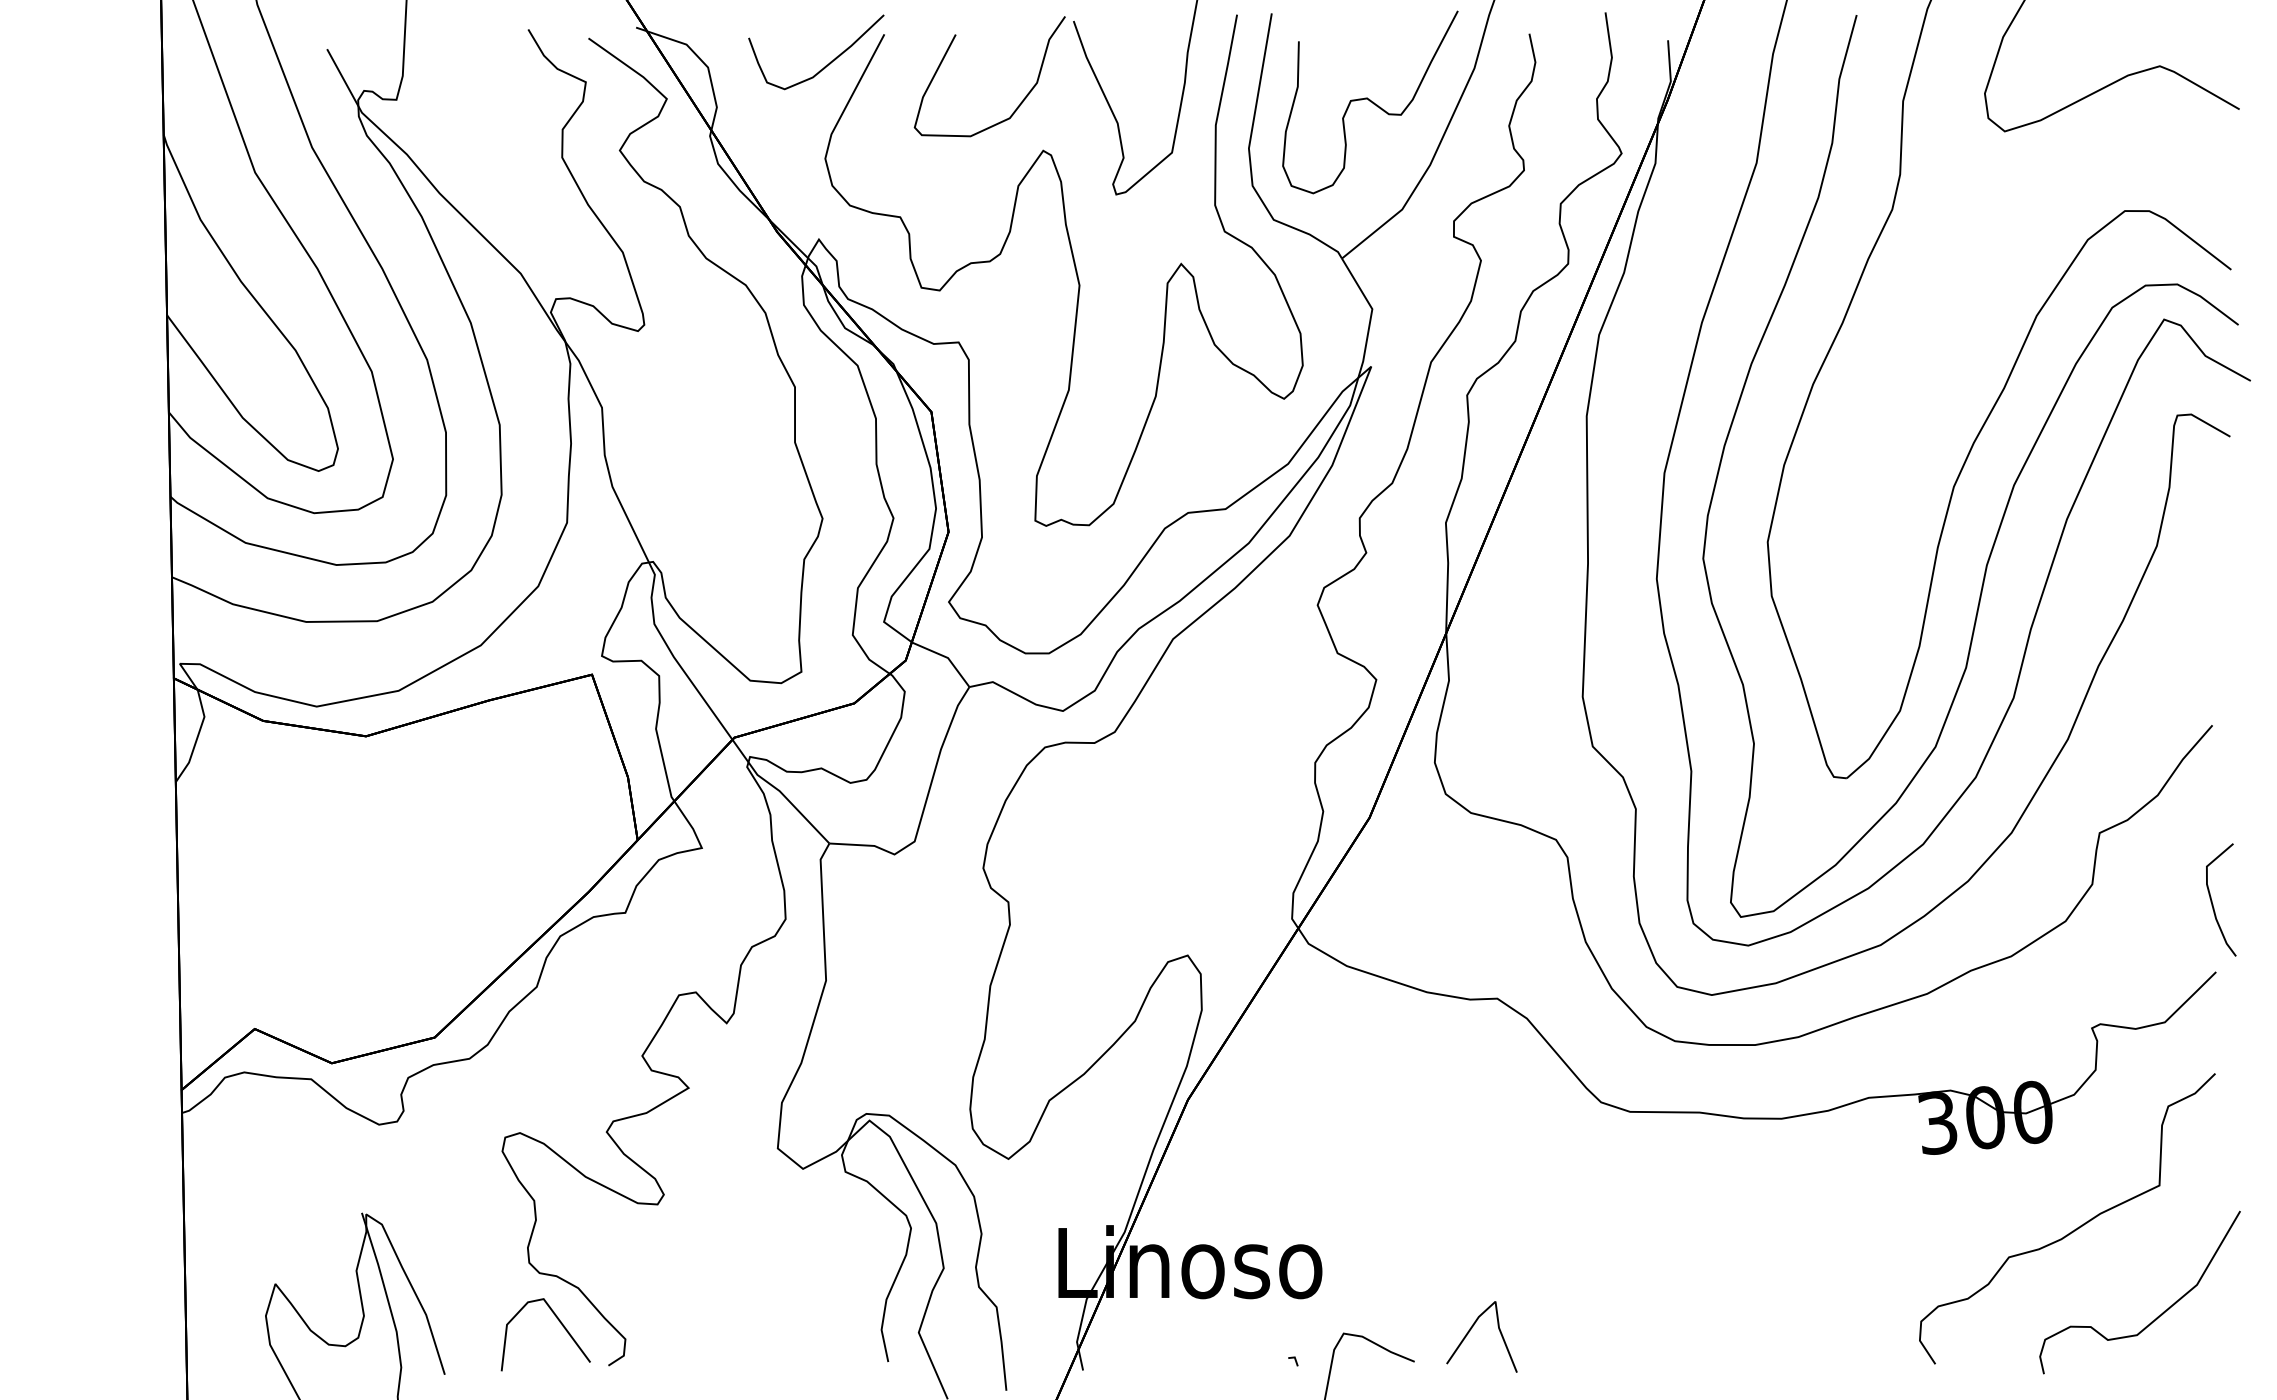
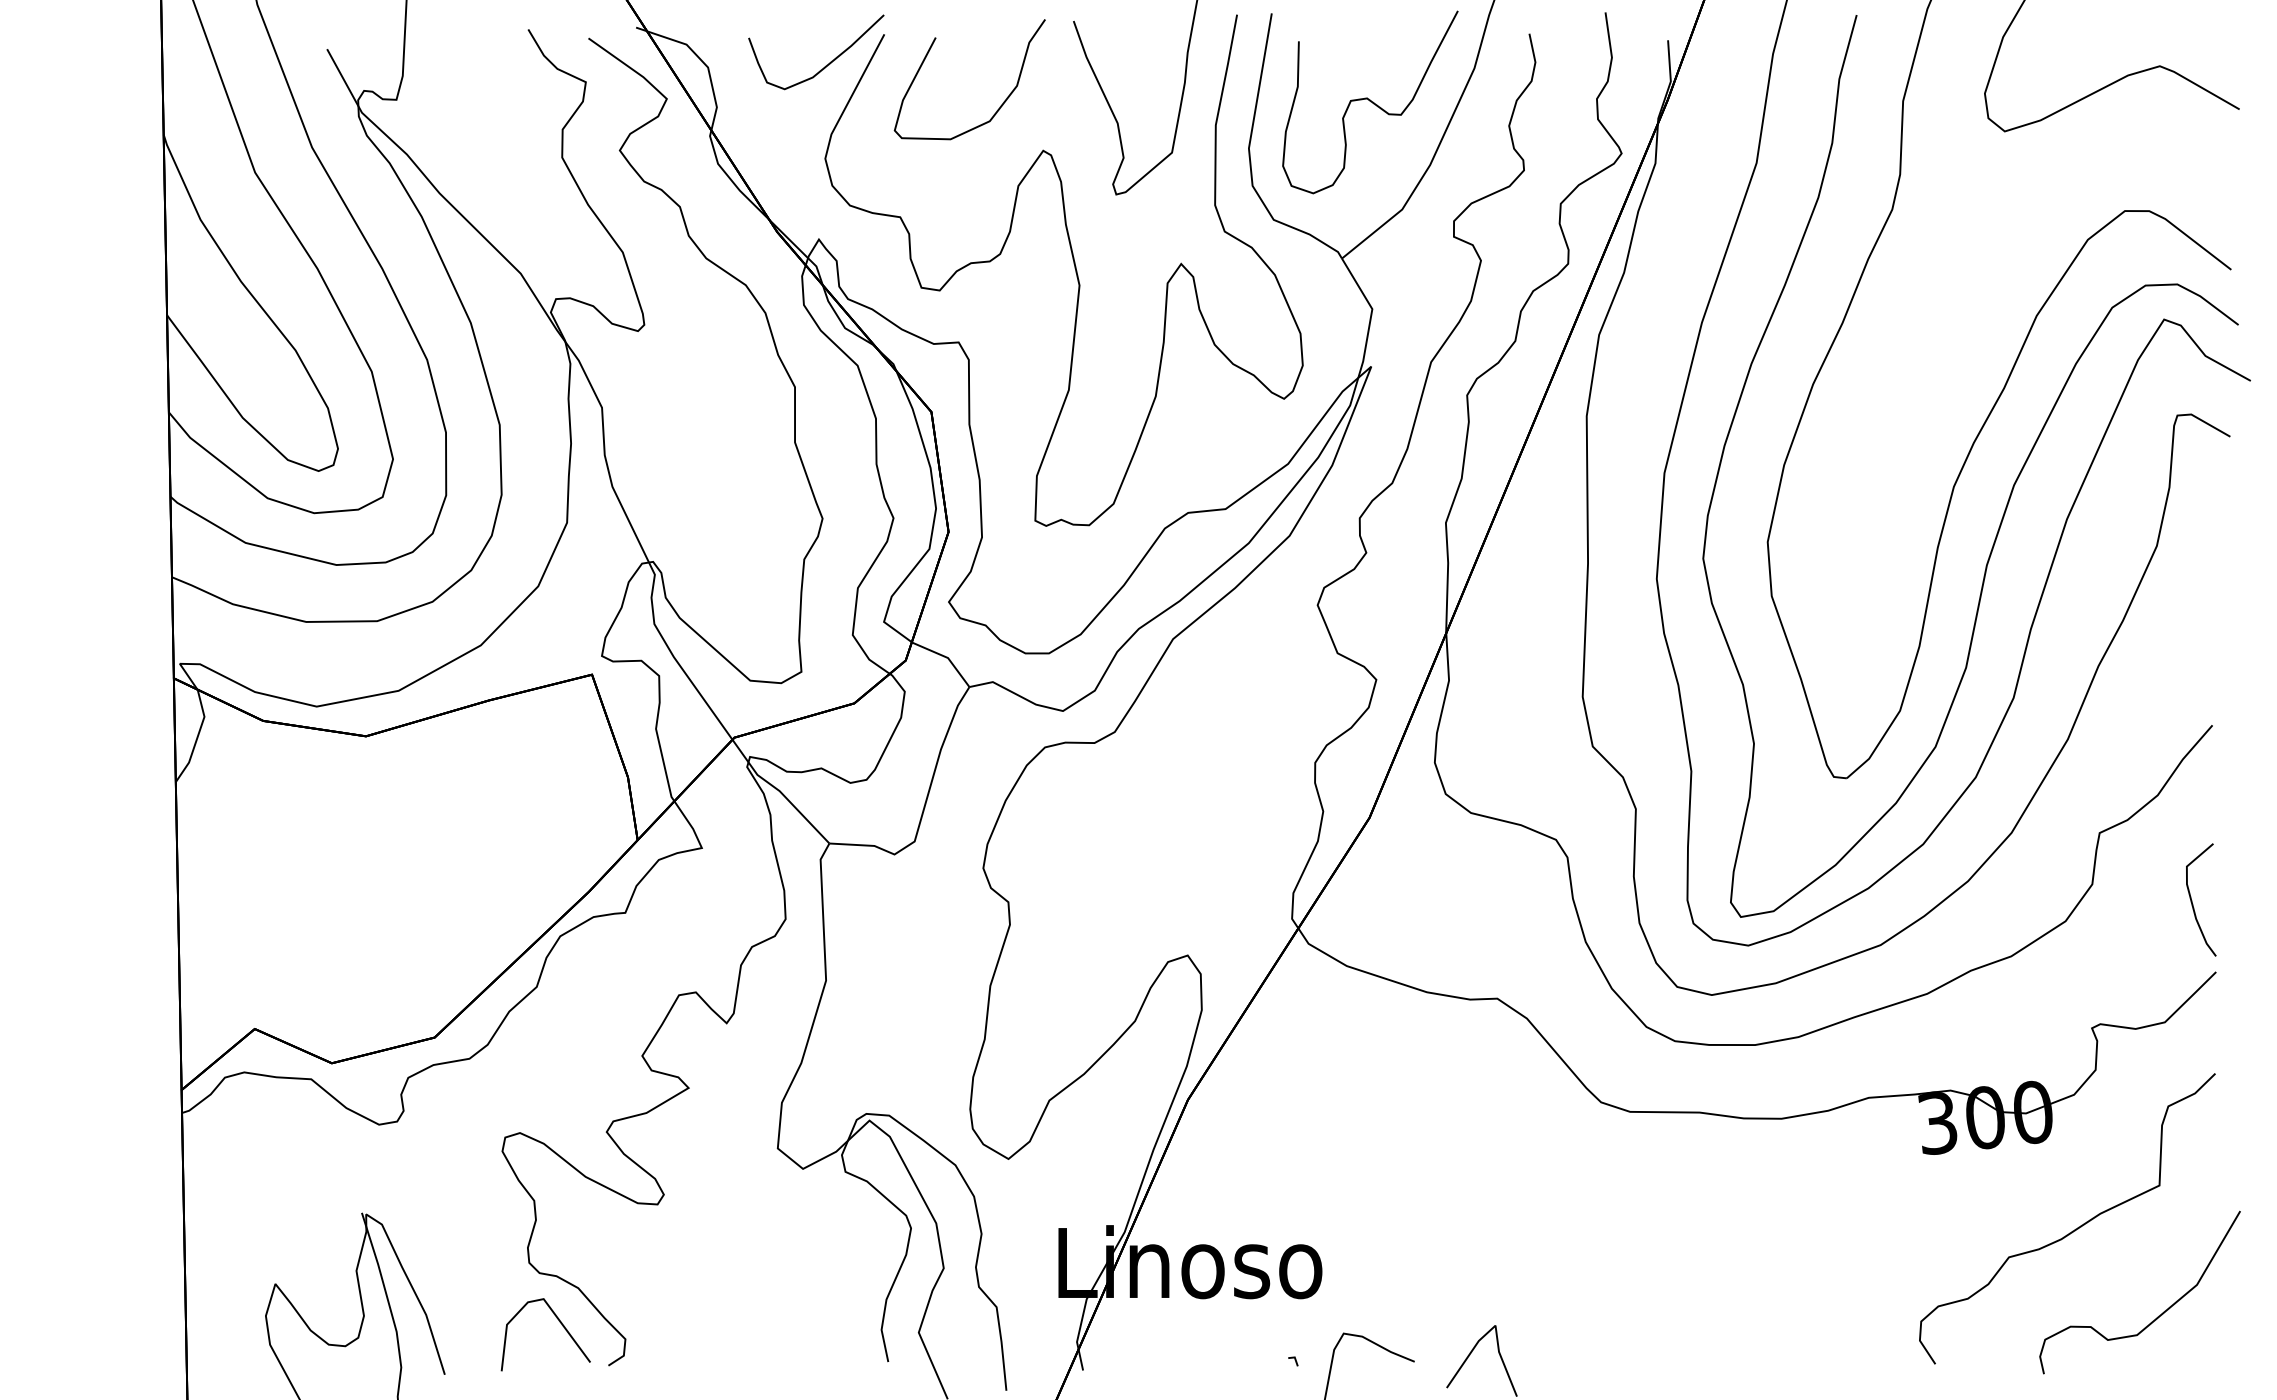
curve at (1020, 102) position: (1020, 102) -> (1000, 105)
curve at (2212, 900) position: (2212, 900) -> (2192, 900)
line at (1472, 1328) position: (1472, 1328) -> (1472, 1352)
